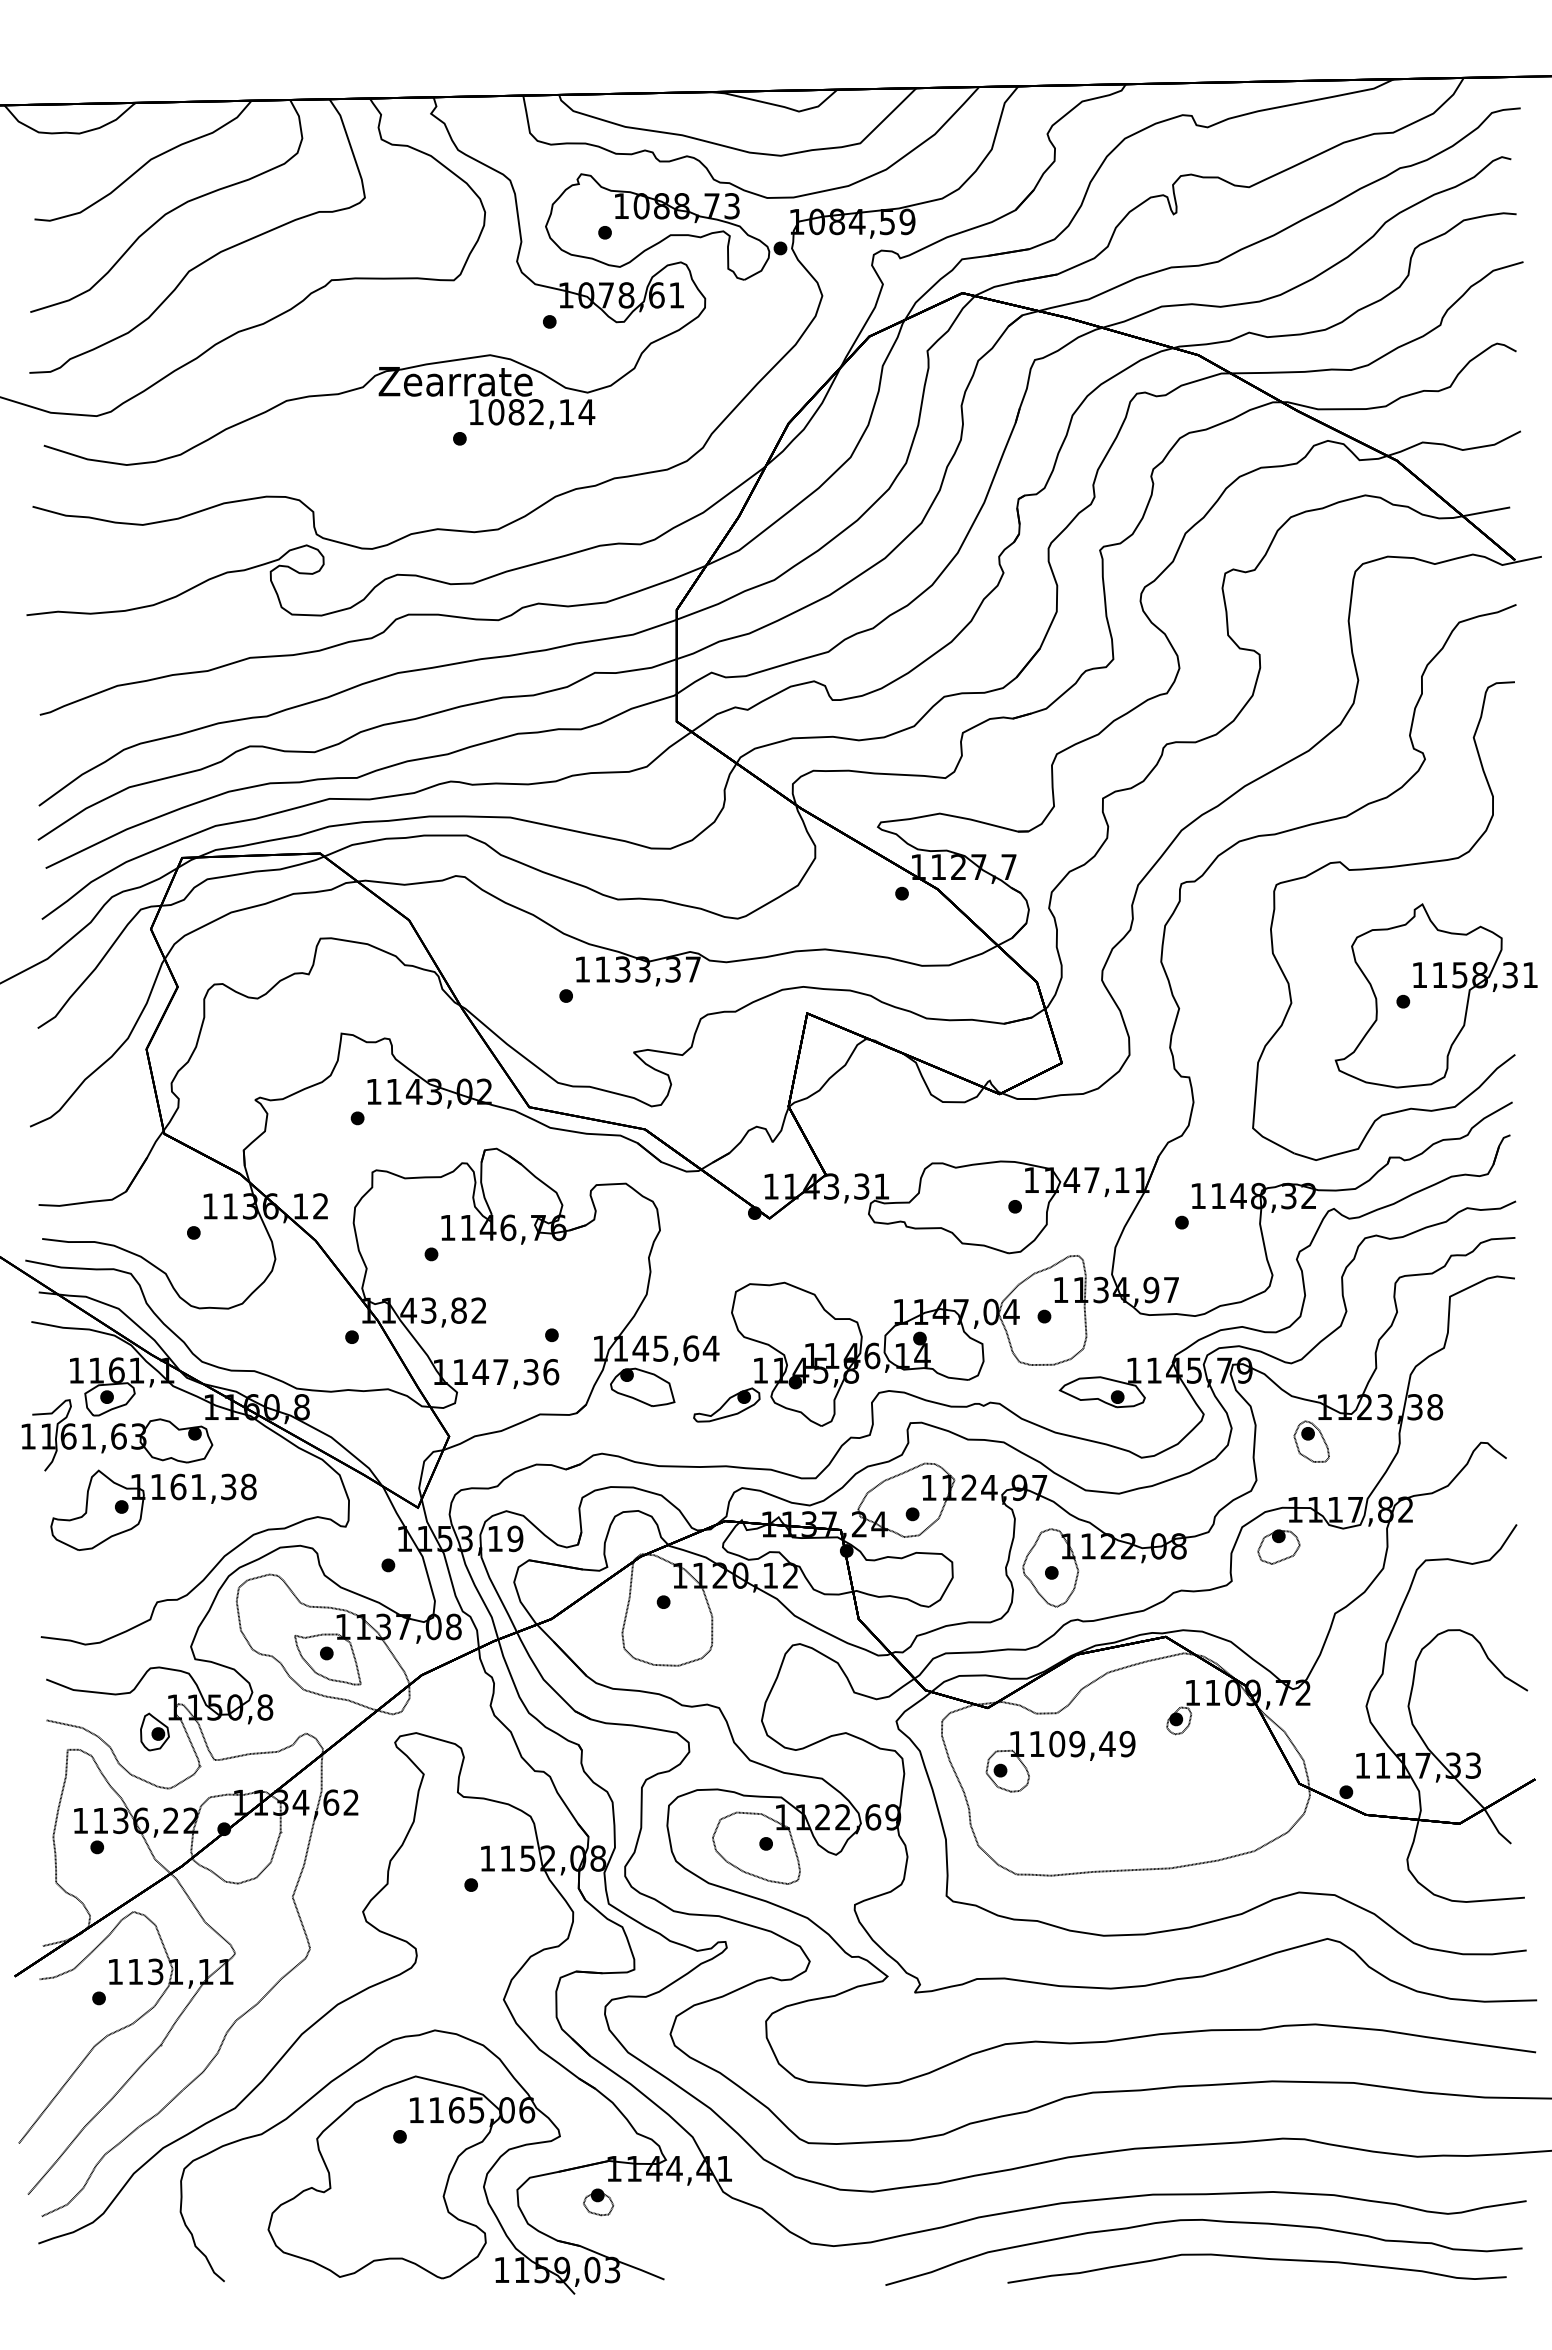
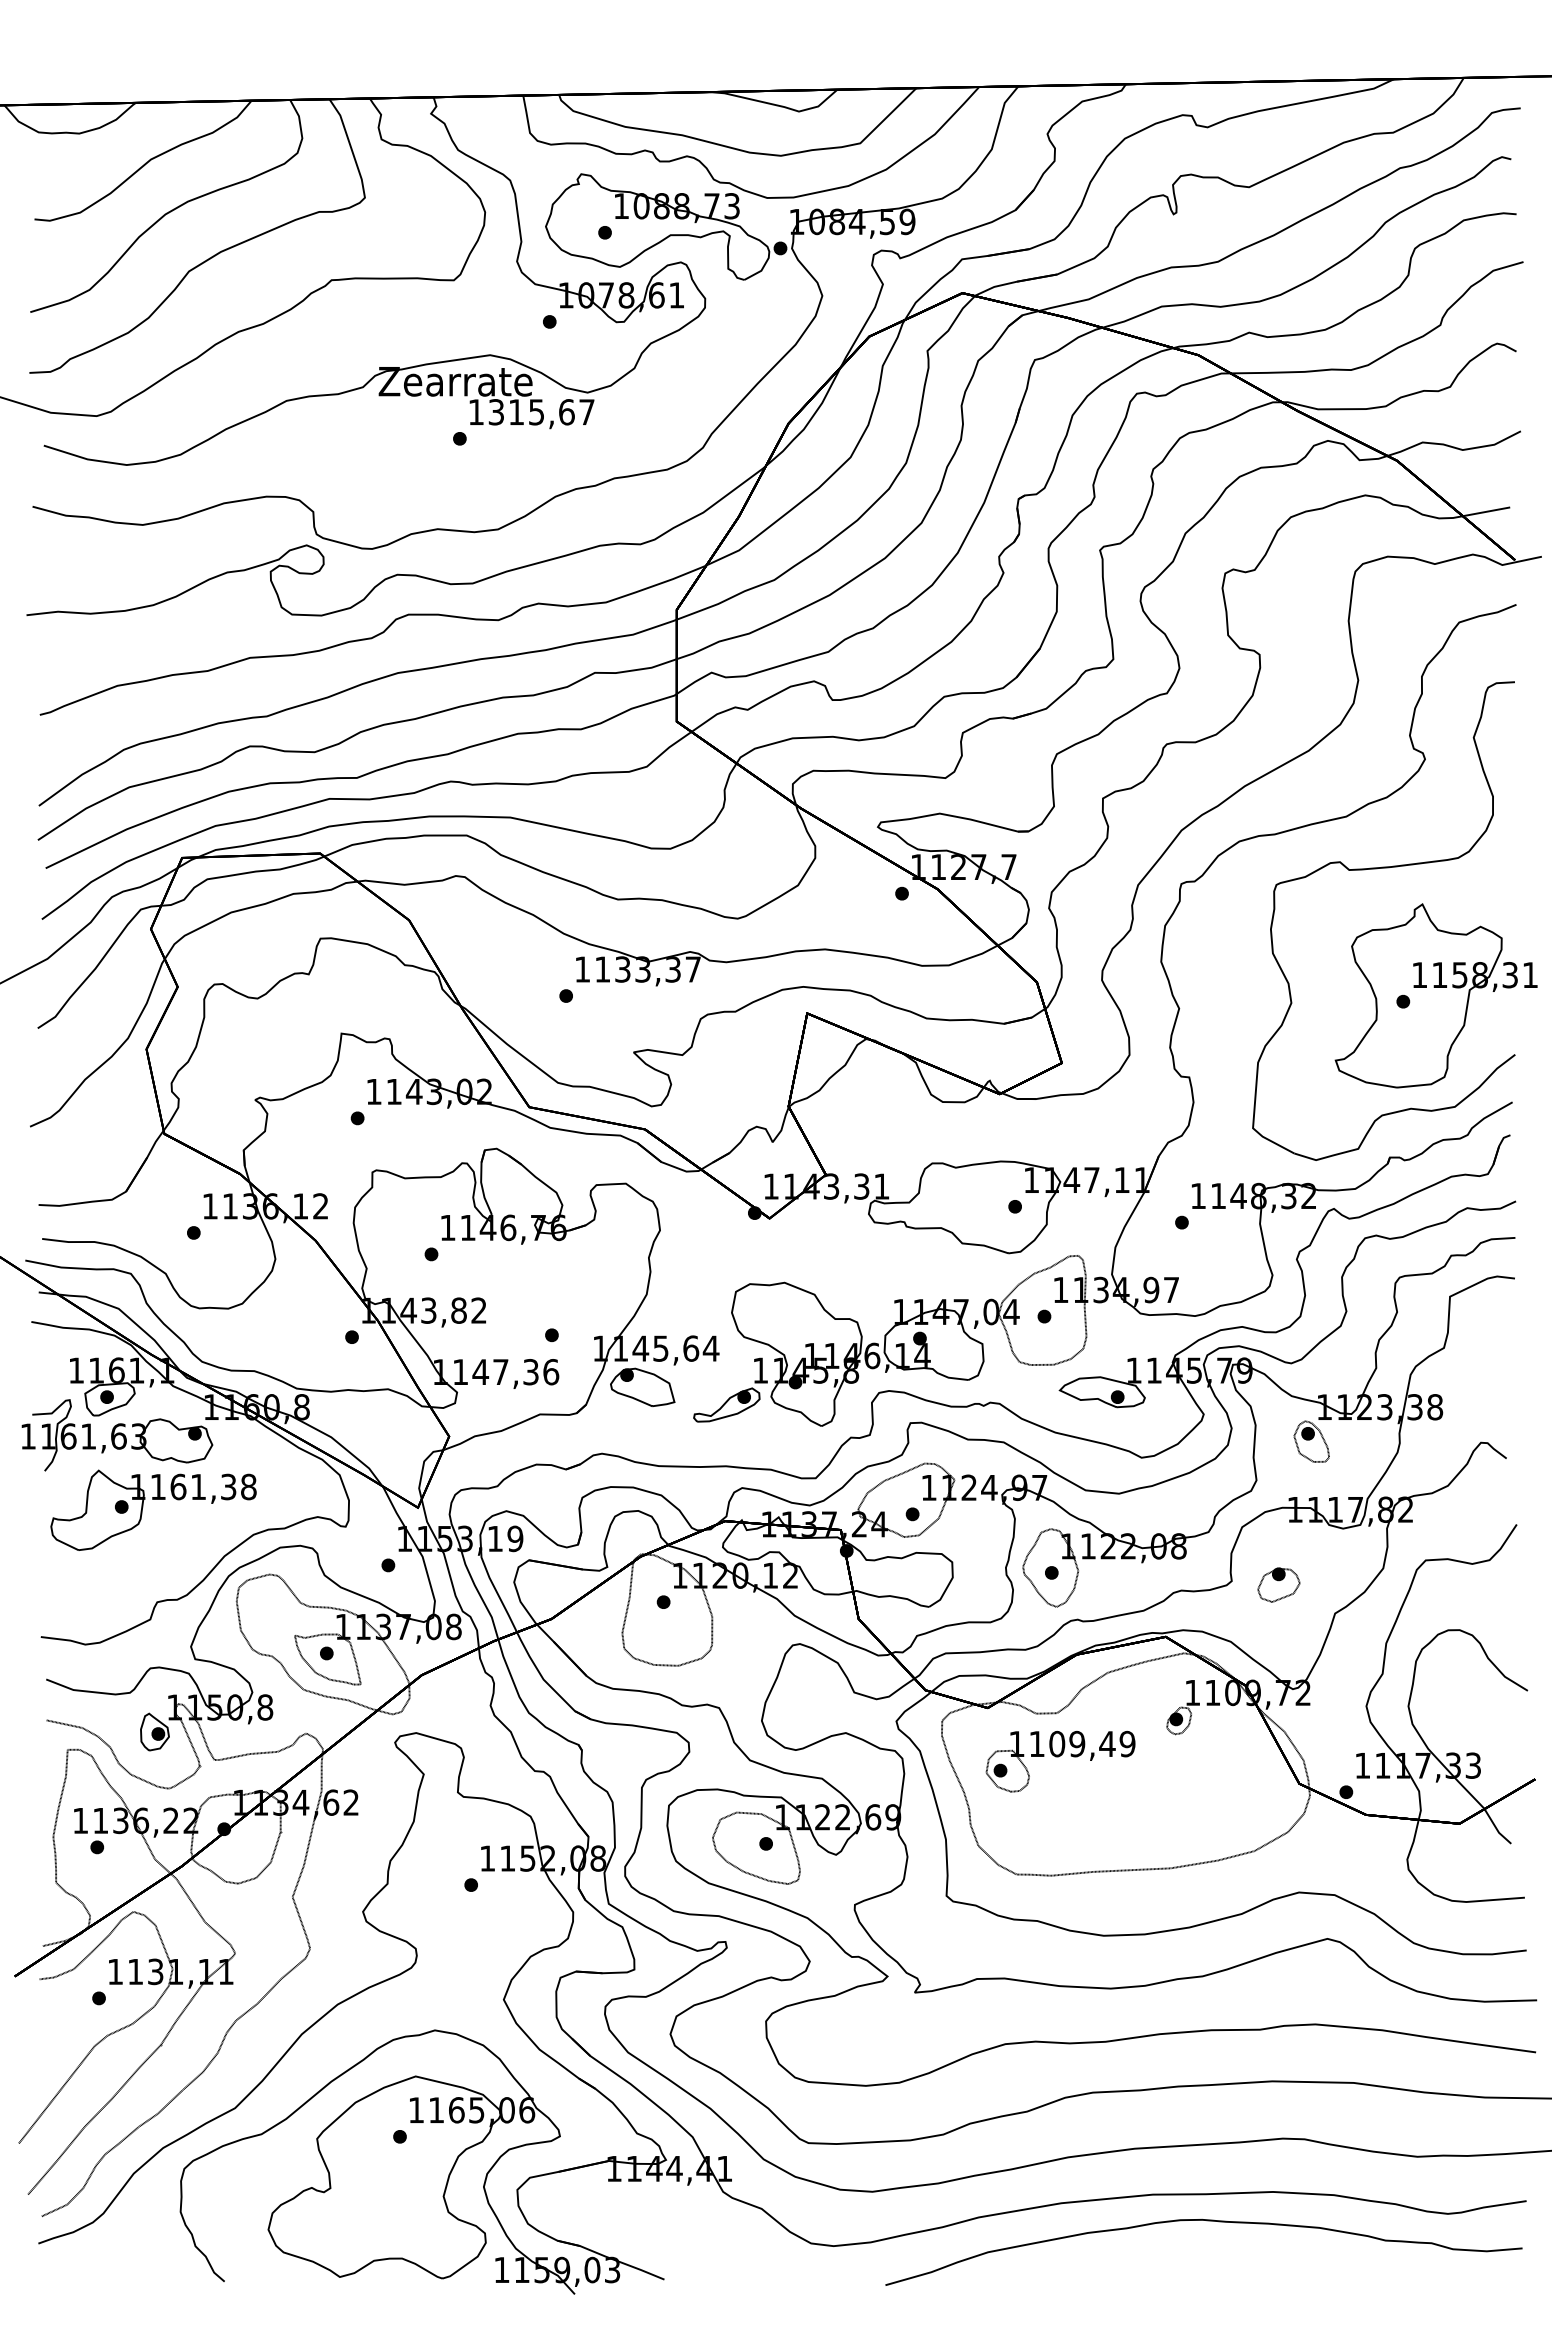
text at (541, 412): 1082,14 -> 1315,67
part at (1278, 1546) position: (1278, 1546) -> (1278, 1584)
part at (598, 2202): present -> none
curve at (1258, 2259): present -> none
